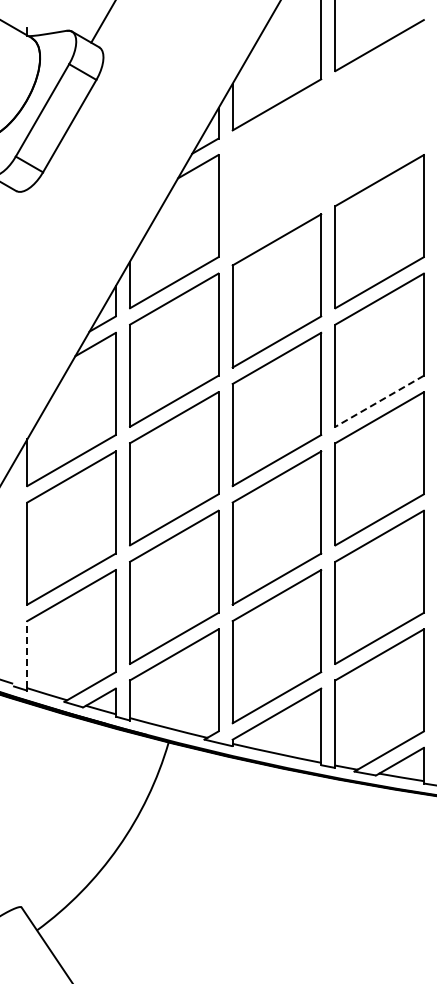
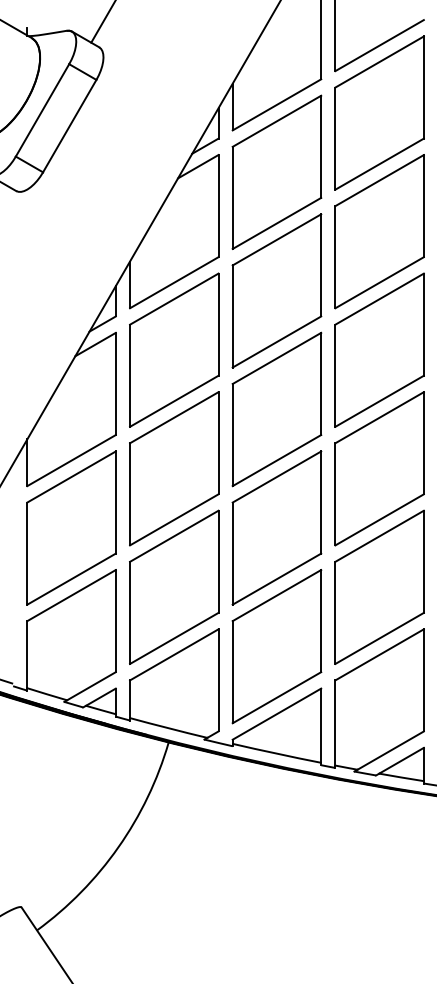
part at (379, 112): none -> present
part at (276, 171): none -> present
line at (379, 401): dashed -> solid
line at (27, 654): dashed -> solid
